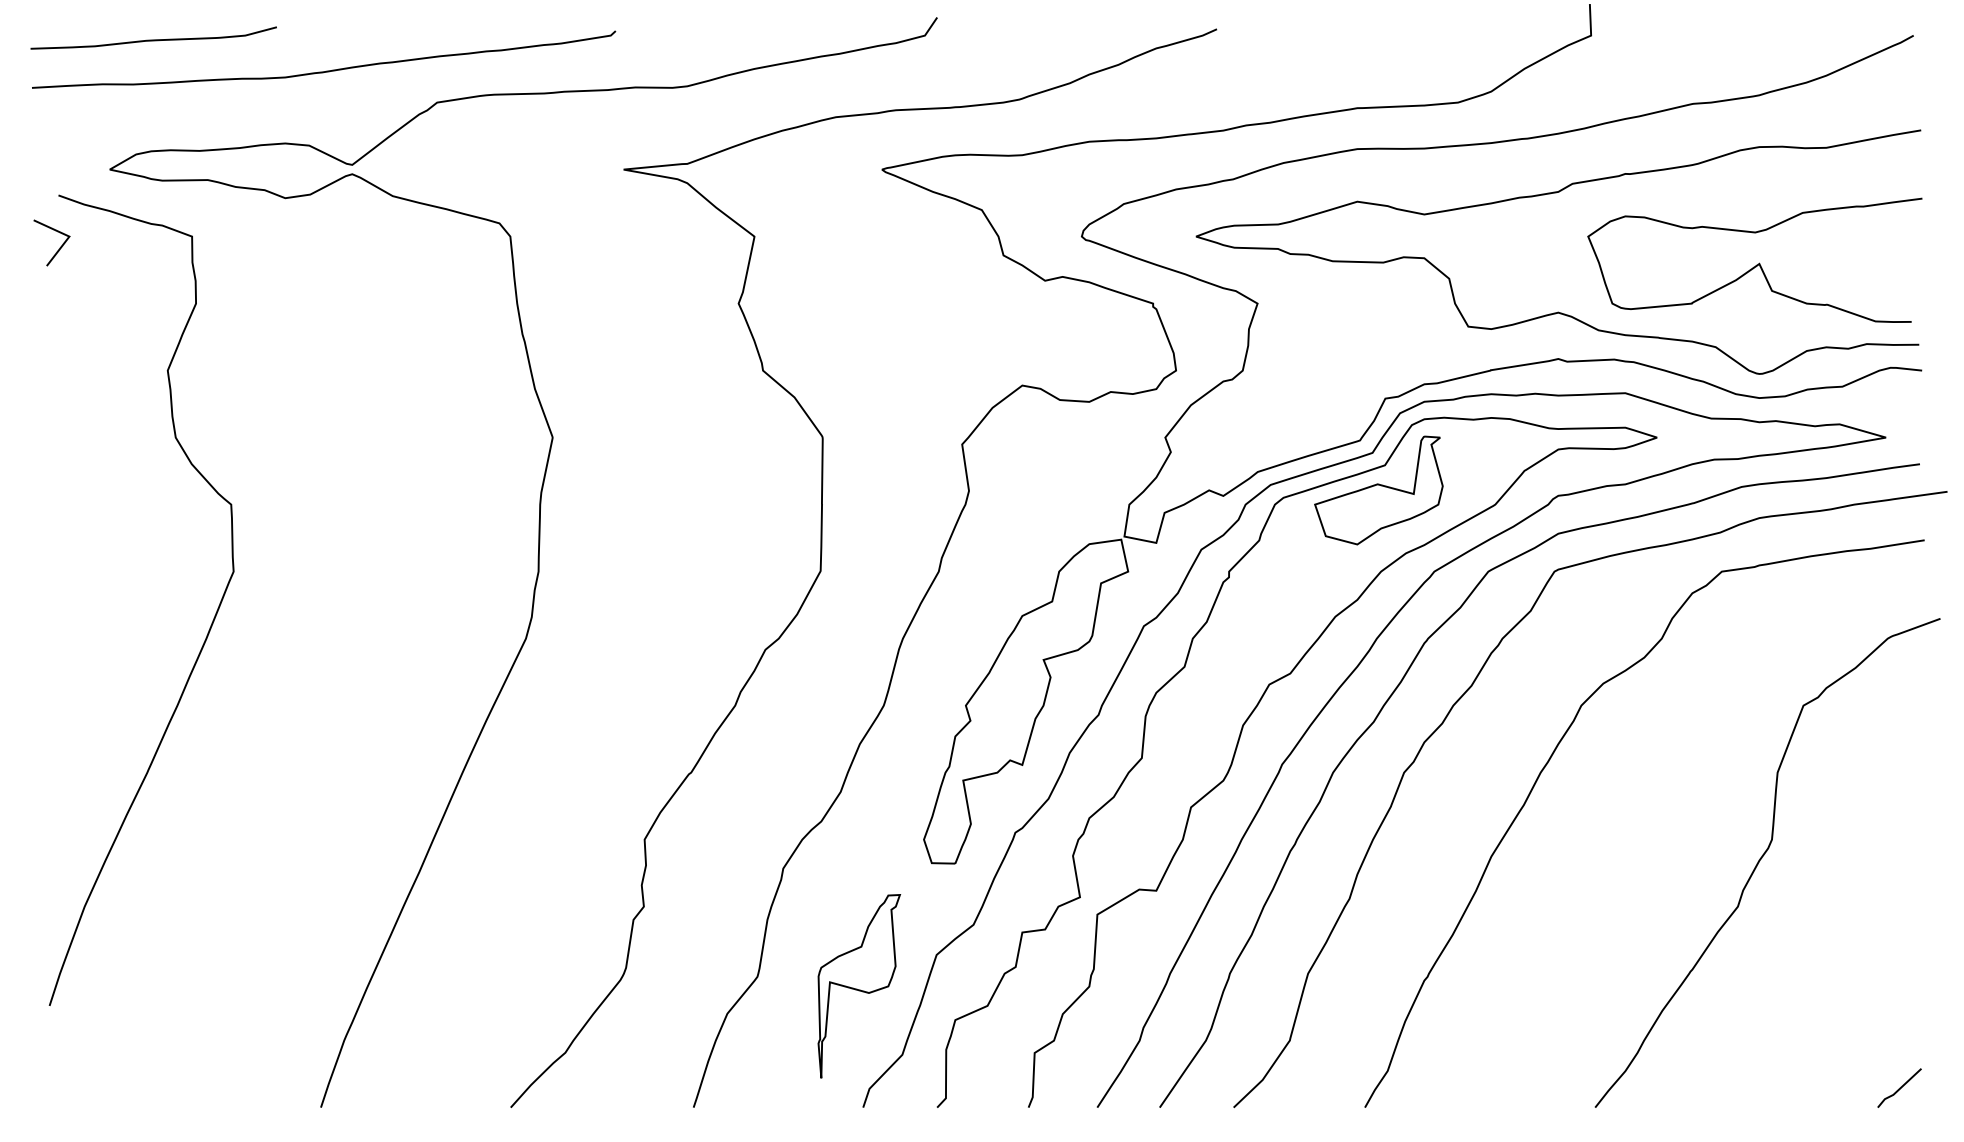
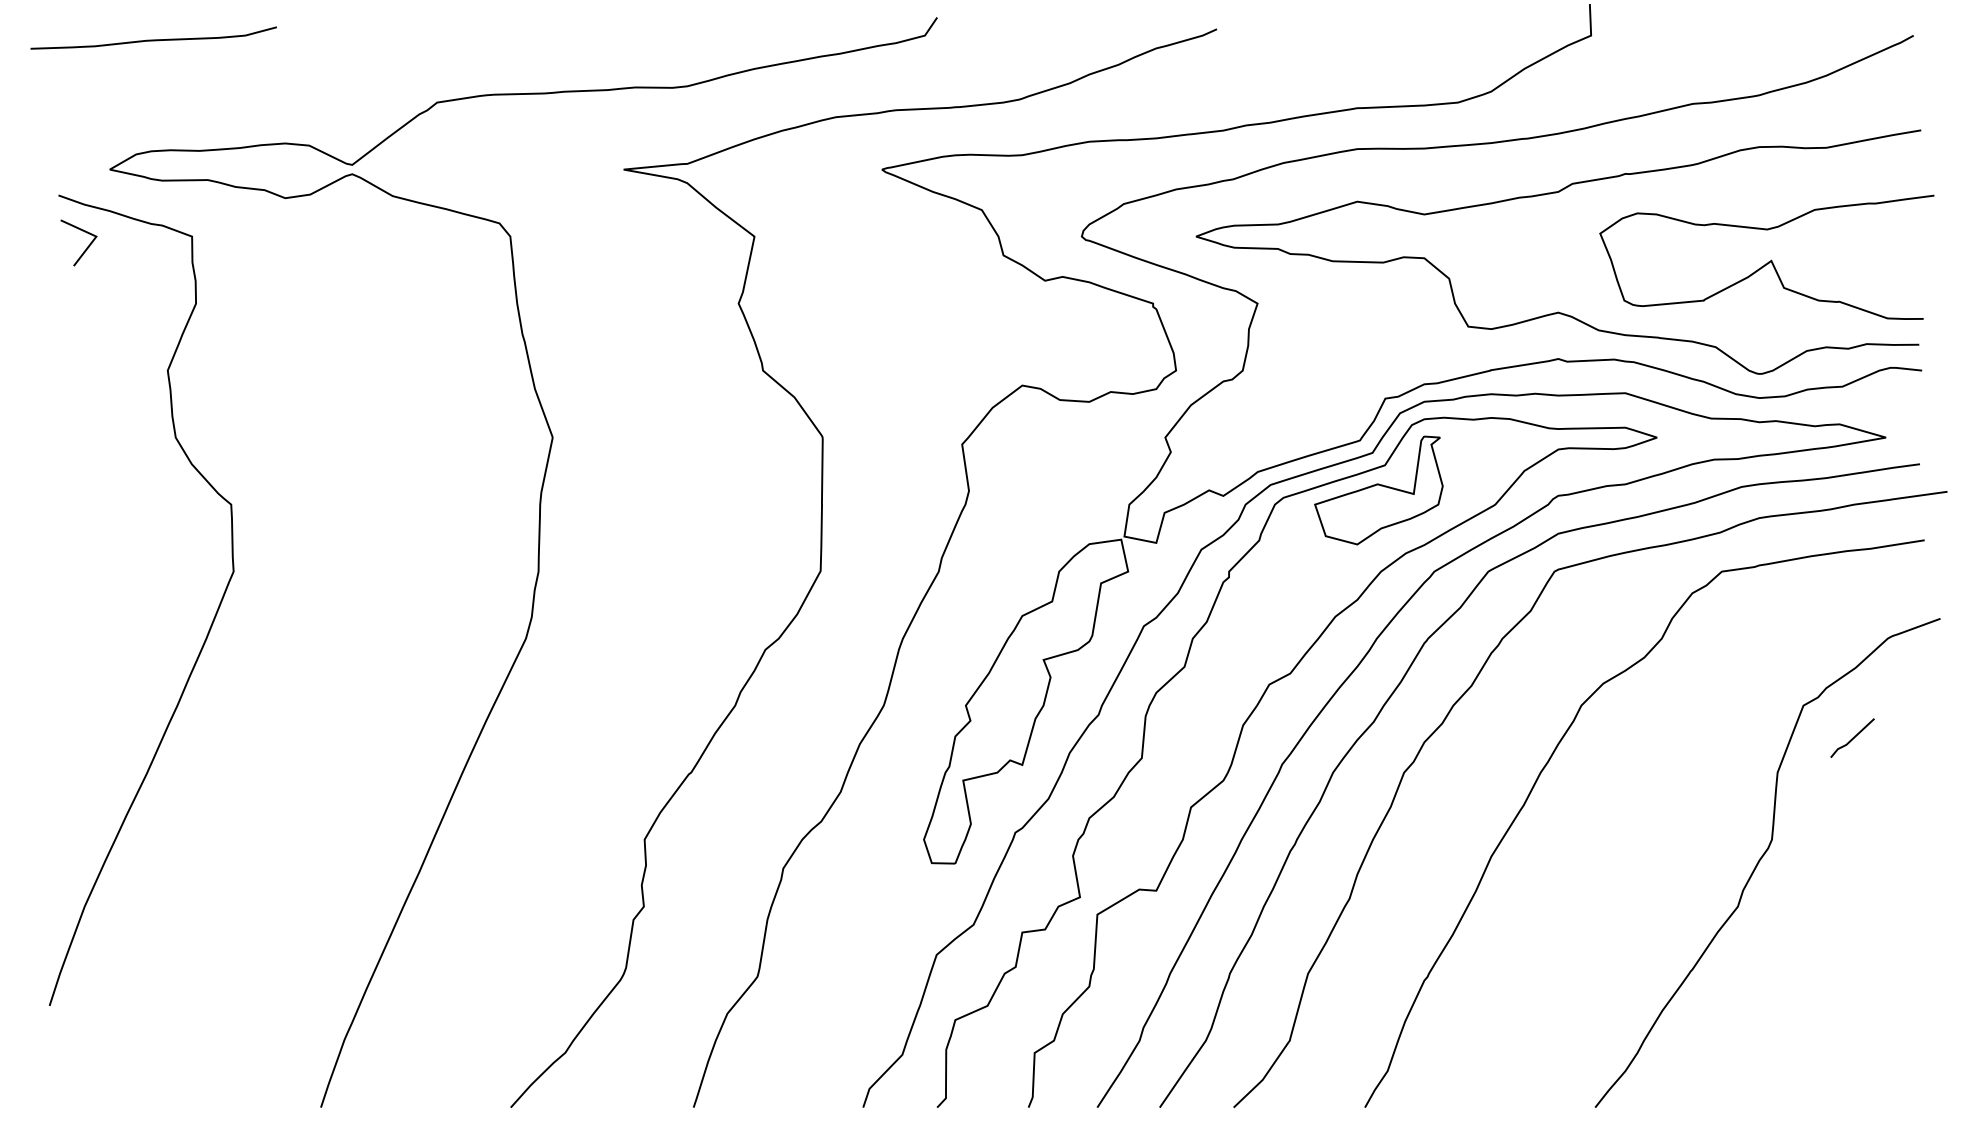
curve at (326, 70): present -> none
line at (59, 247) position: (59, 247) -> (86, 247)
curve at (1756, 264) position: (1756, 264) -> (1768, 261)
part at (859, 986): present -> none
line at (1899, 1087) position: (1899, 1087) -> (1852, 737)
